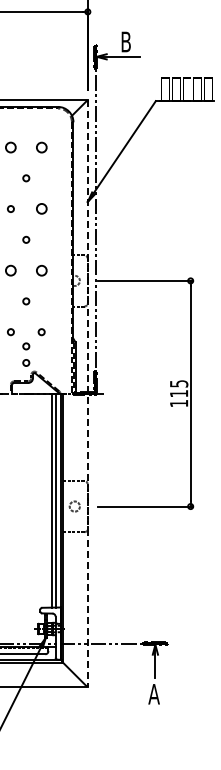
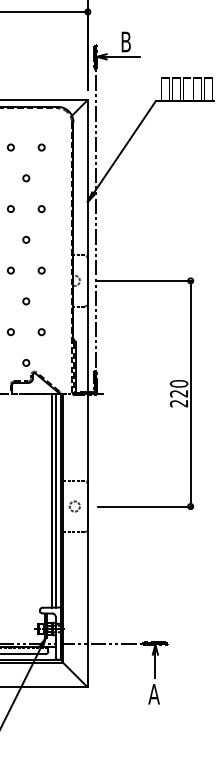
circle at (10, 147) size: 12x13 px -> 8x9 px
circle at (41, 147) size: 12x13 px -> 9x9 px
circle at (41, 208) size: 12x12 px -> 9x9 px
circle at (10, 270) size: 12x13 px -> 8x9 px
circle at (41, 270) size: 12x12 px -> 9x9 px
circle at (26, 346): present -> none
line at (87, 393): dashed -> solid
text at (178, 393): 115 -> 220
